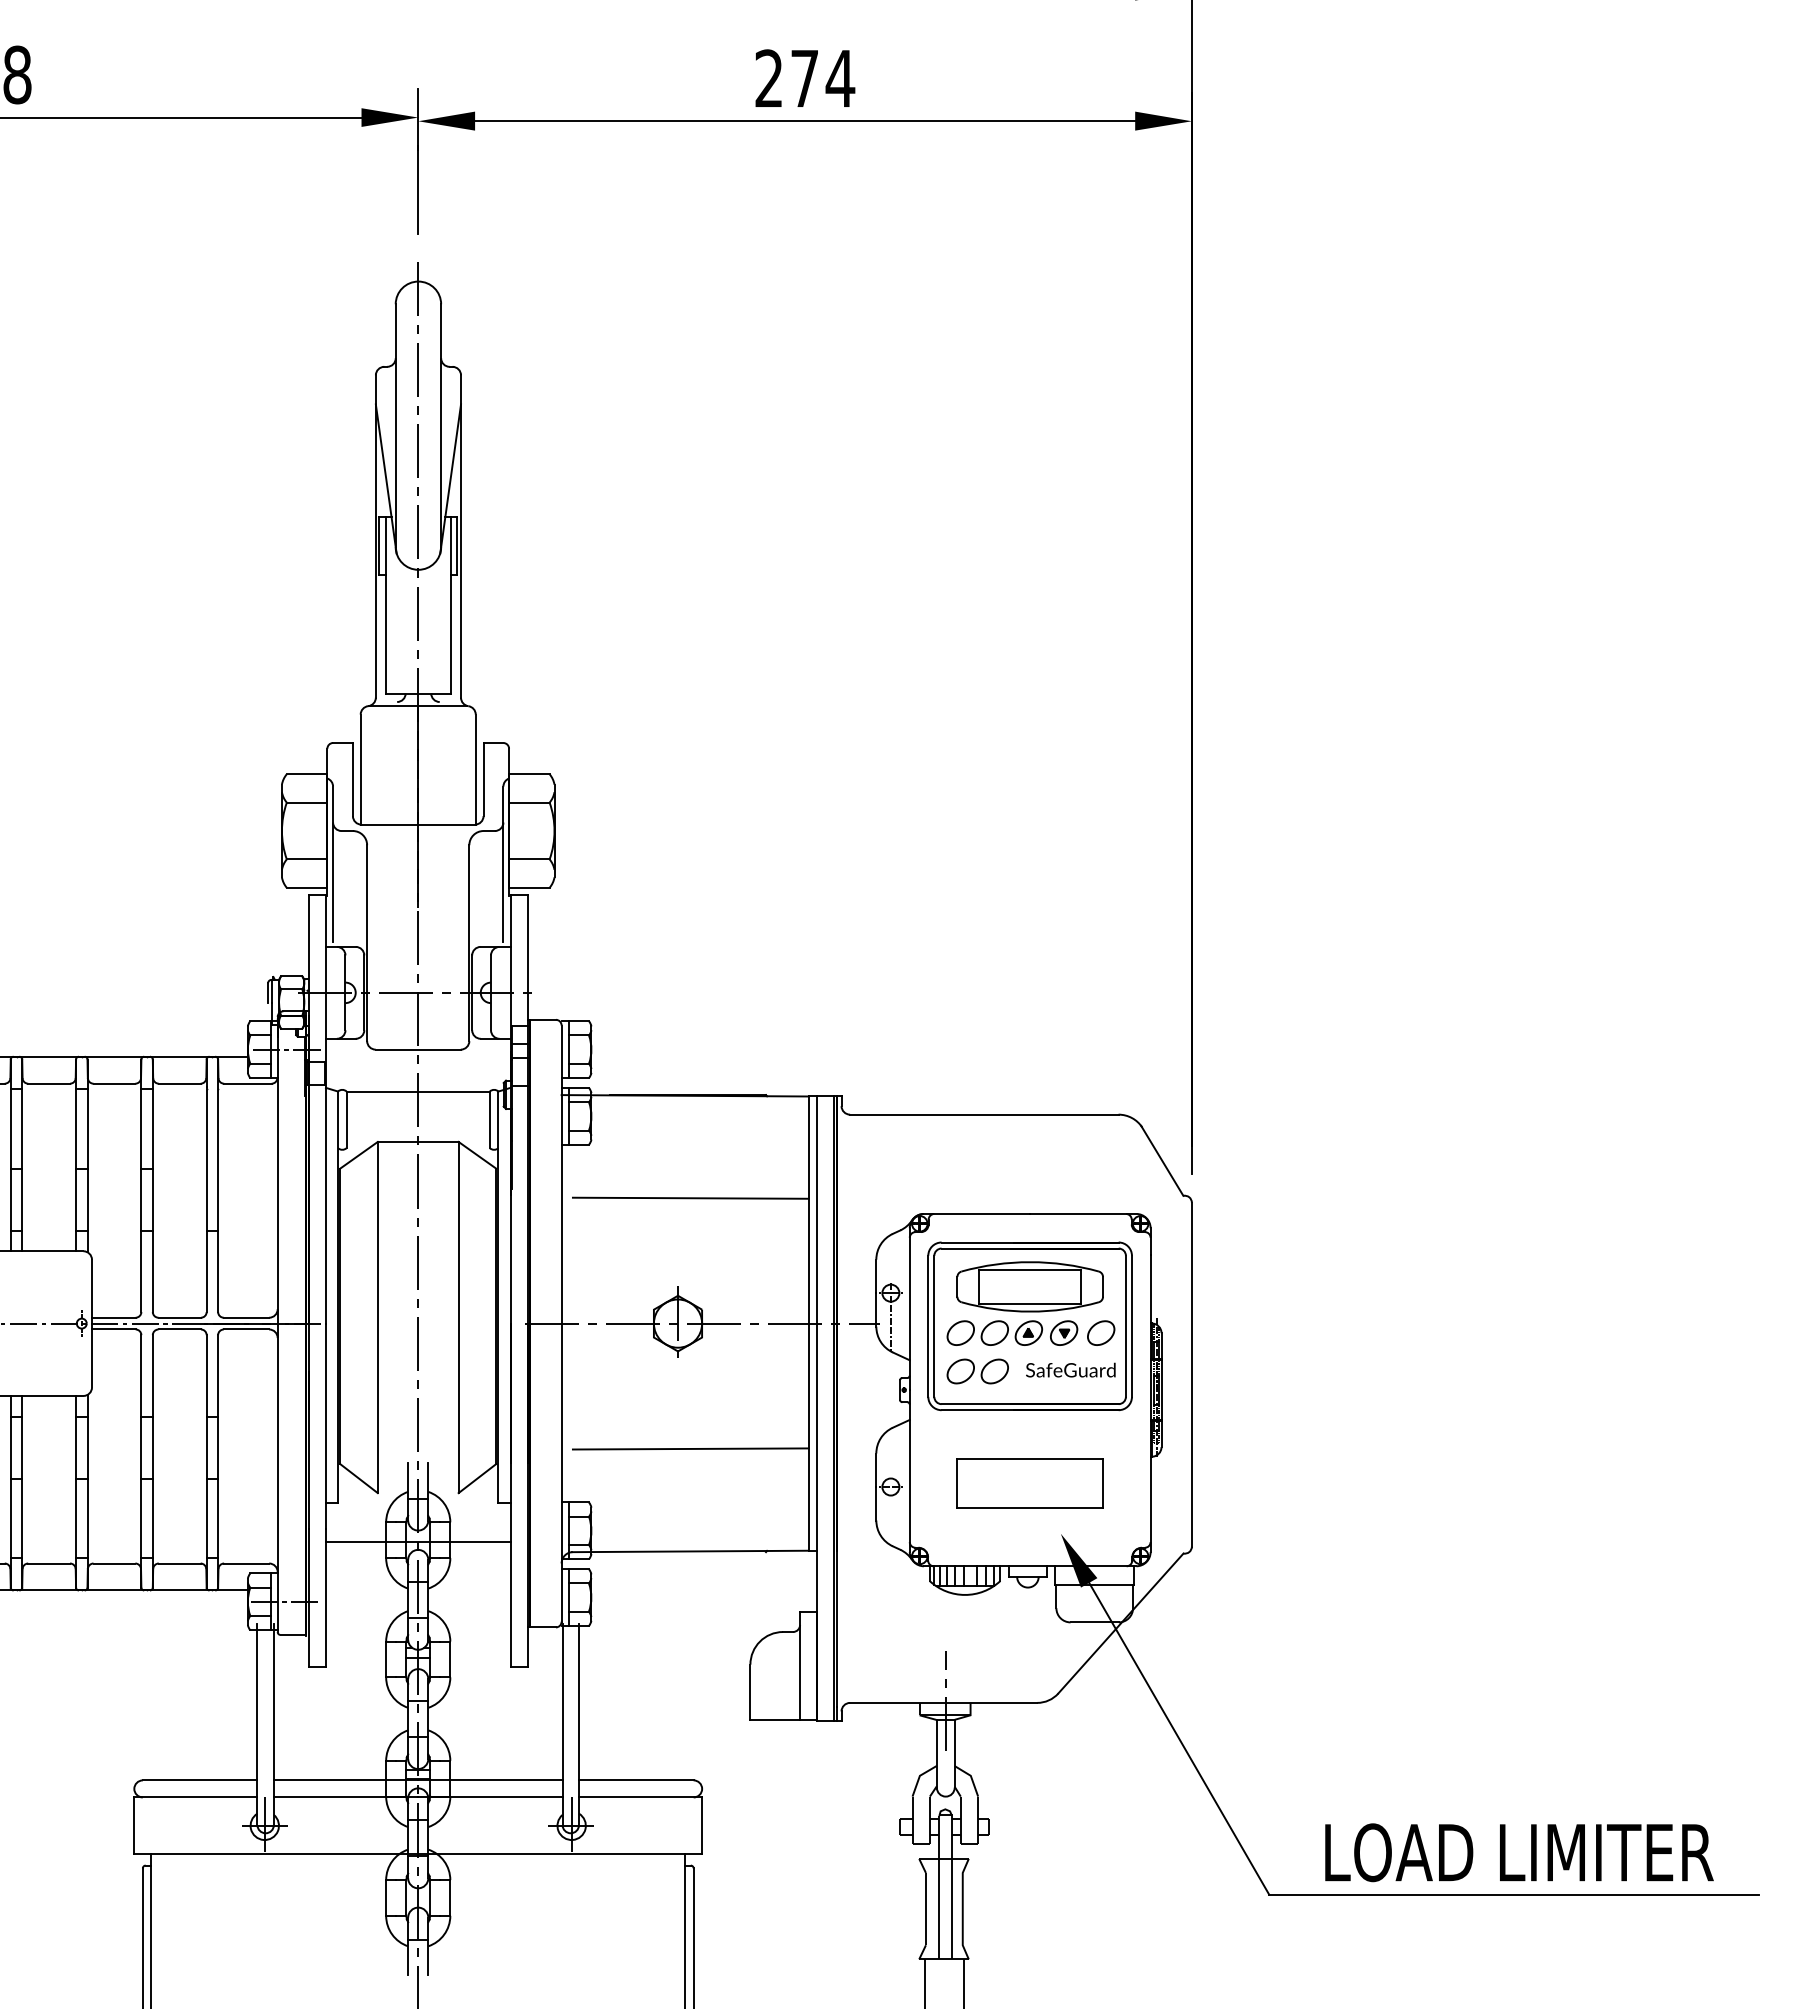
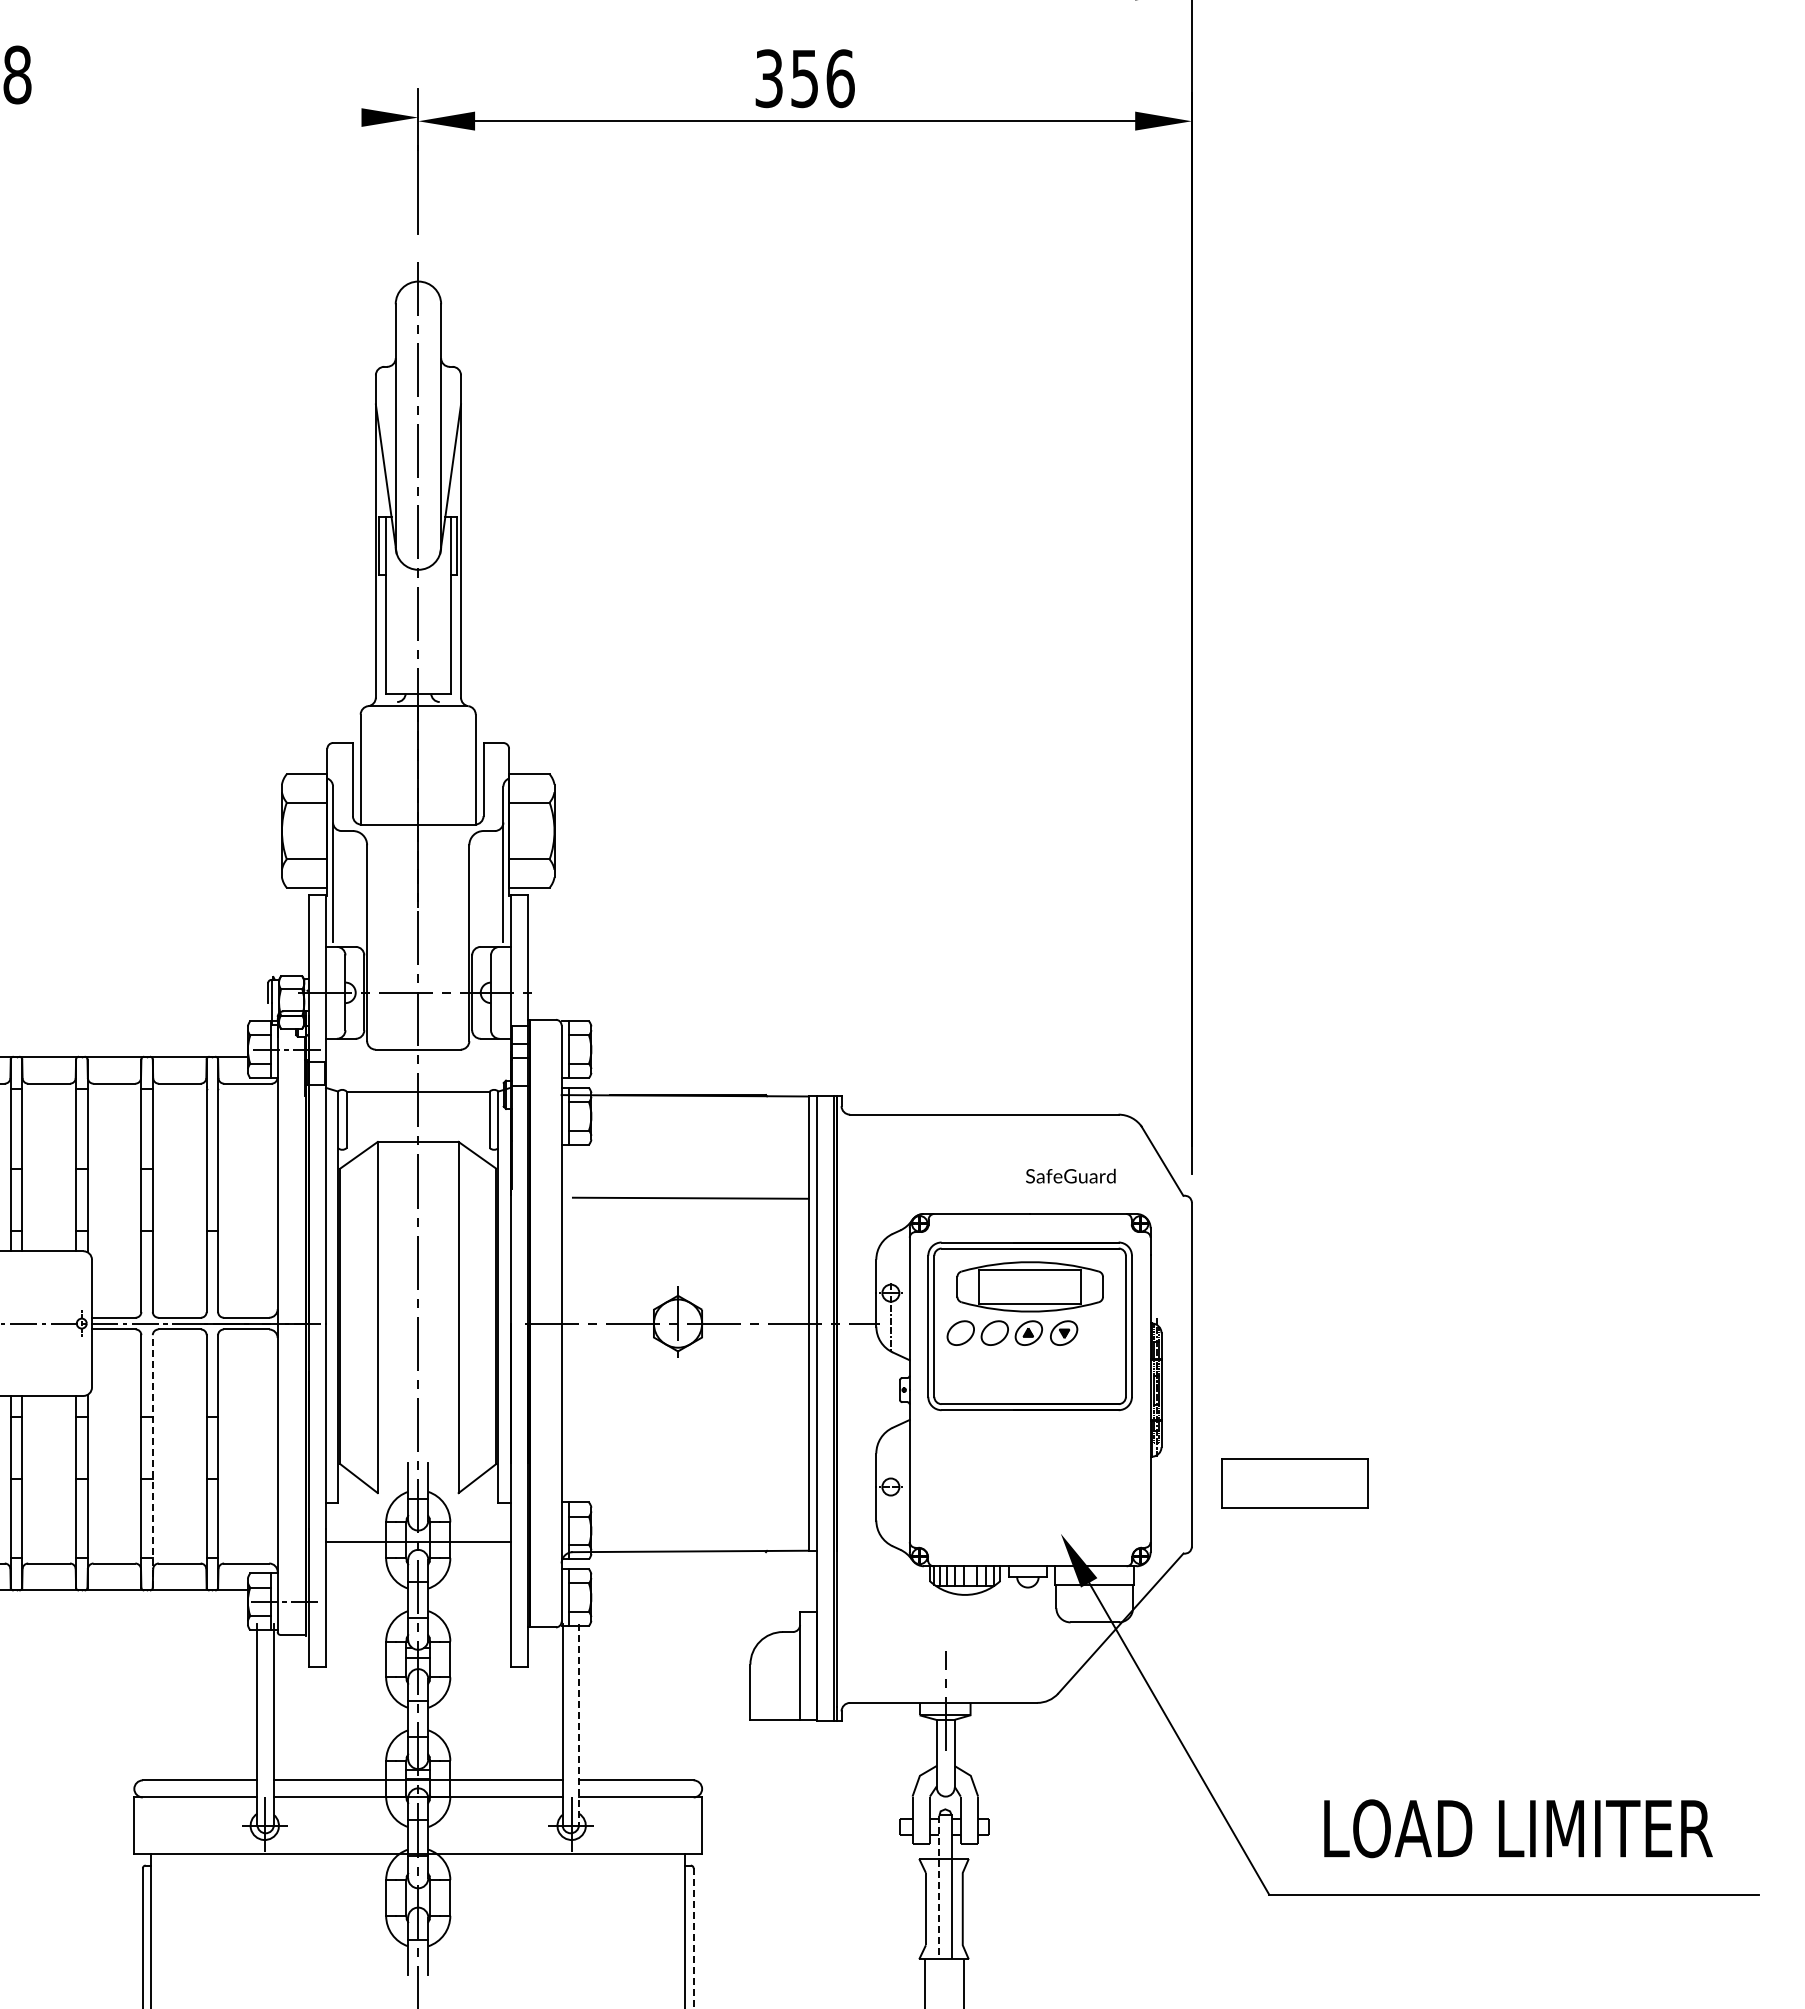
text at (805, 78): 274 -> 356
line at (181, 117): present -> none
part at (1101, 1332): present -> none
text at (1070, 1369) position: (1070, 1369) -> (1070, 1175)
part at (977, 1371): present -> none
line at (690, 1448): present -> none
line at (152, 1460): solid -> dashed
part at (1029, 1483) position: (1029, 1483) -> (1294, 1483)
line at (579, 1725): solid -> dashed
text at (1519, 1852) position: (1519, 1852) -> (1518, 1828)
line at (939, 1887): solid -> dashed
line at (693, 1938): solid -> dashed
